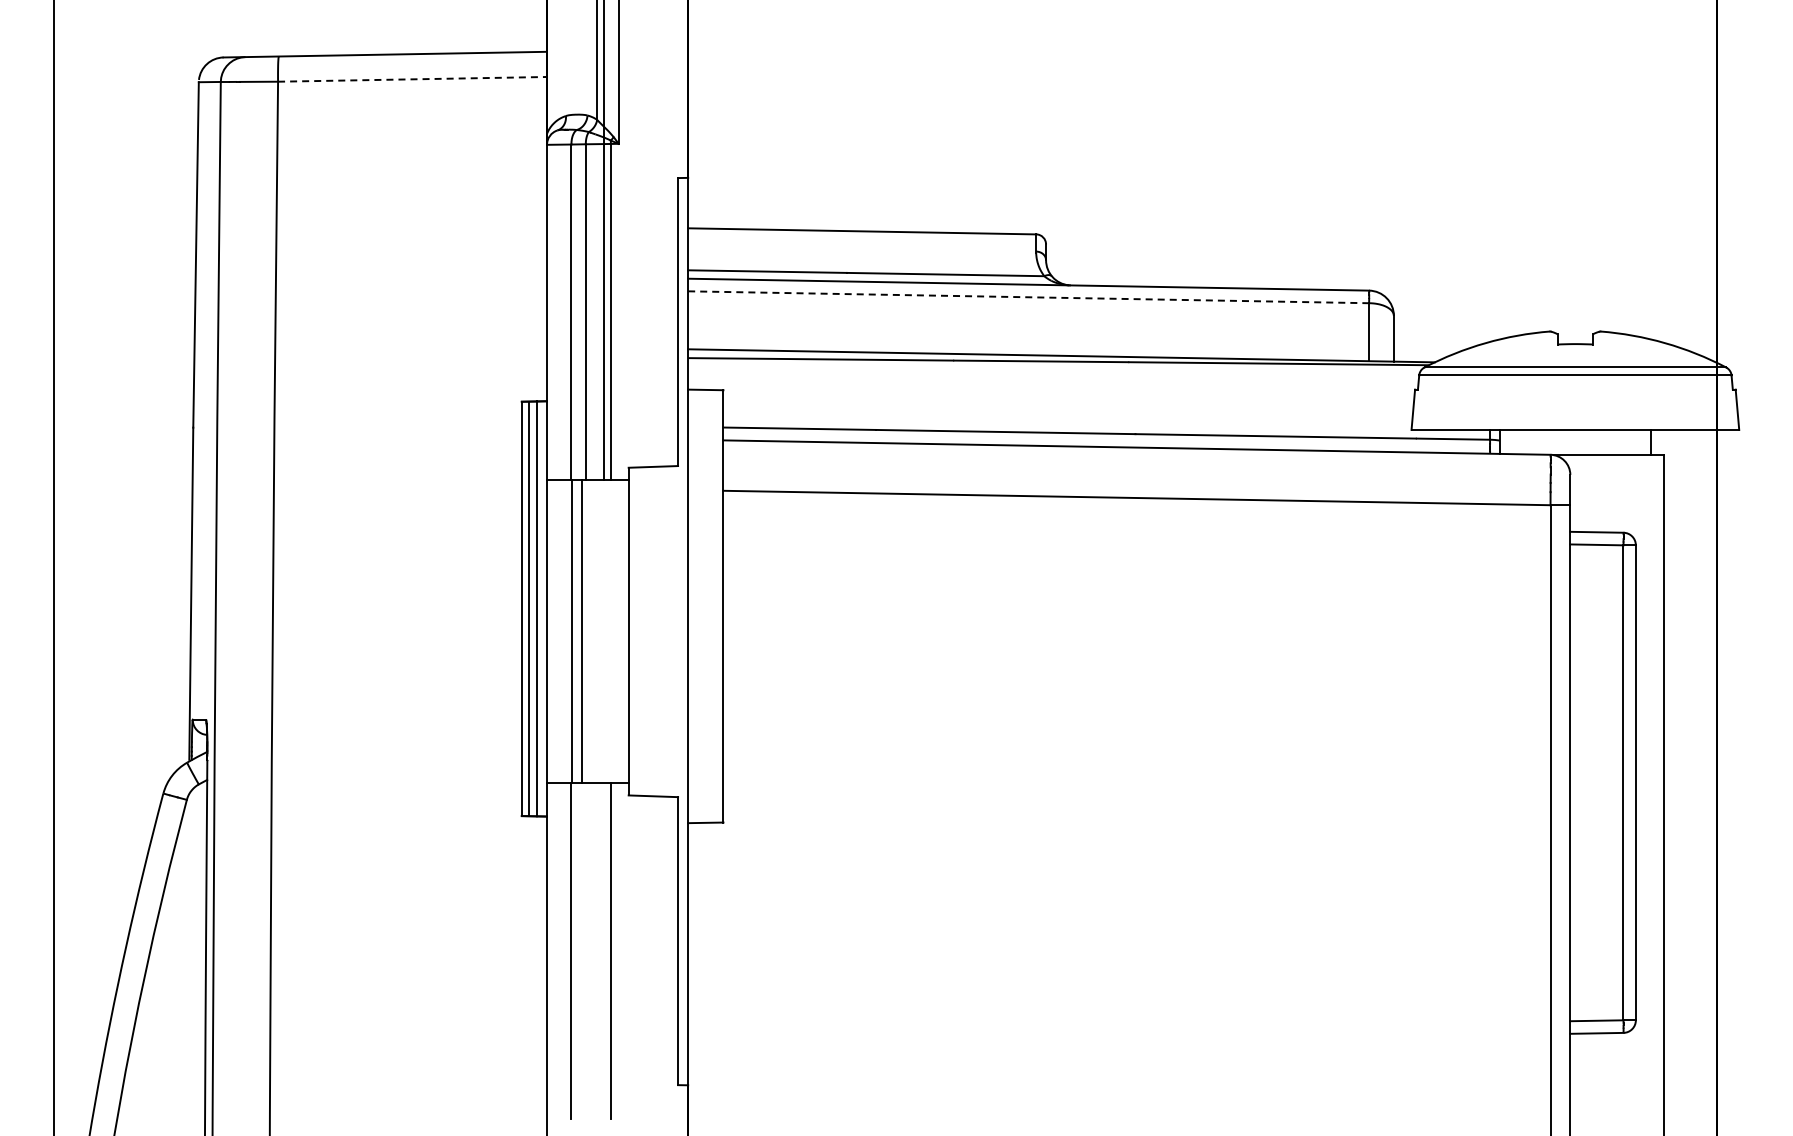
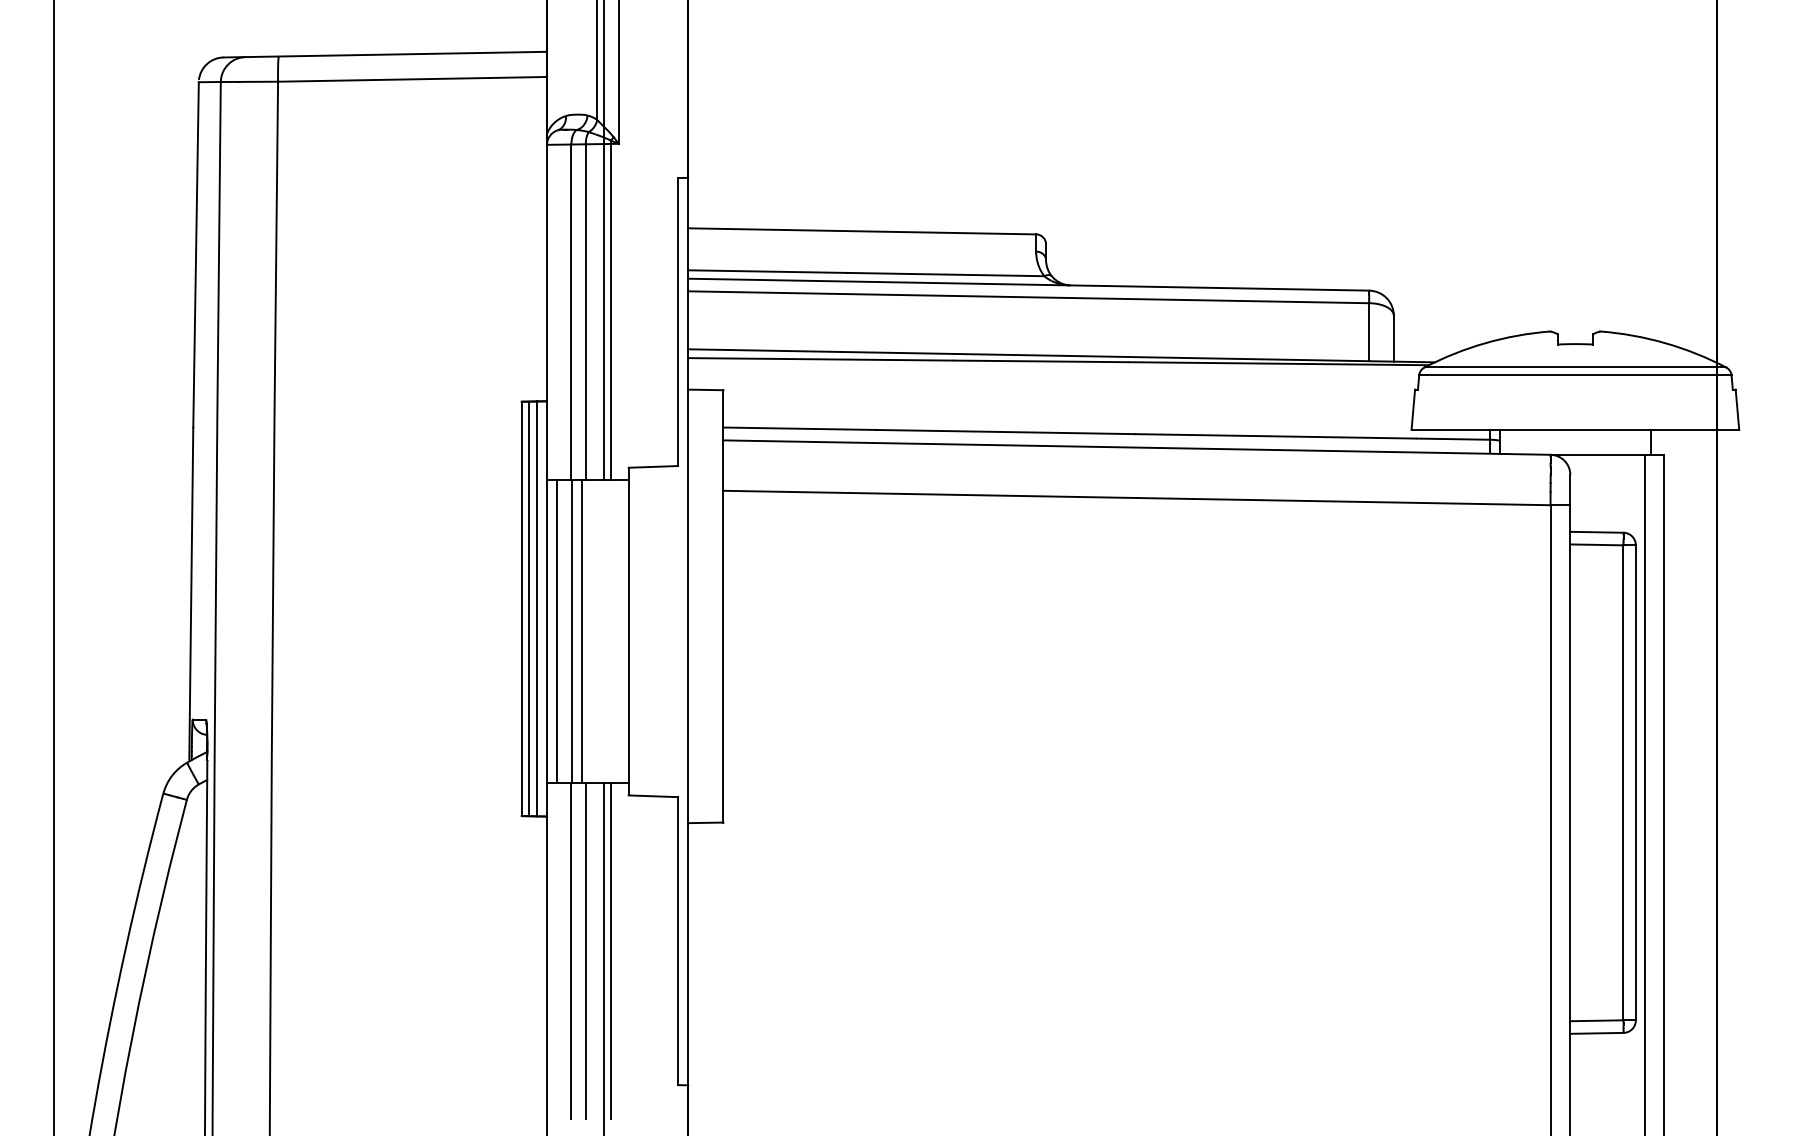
line at (413, 79): dashed -> solid
line at (1028, 297): dashed -> solid
line at (557, 631): none -> present
line at (1645, 793): none -> present
line at (585, 950): none -> present
line at (604, 957): none -> present
